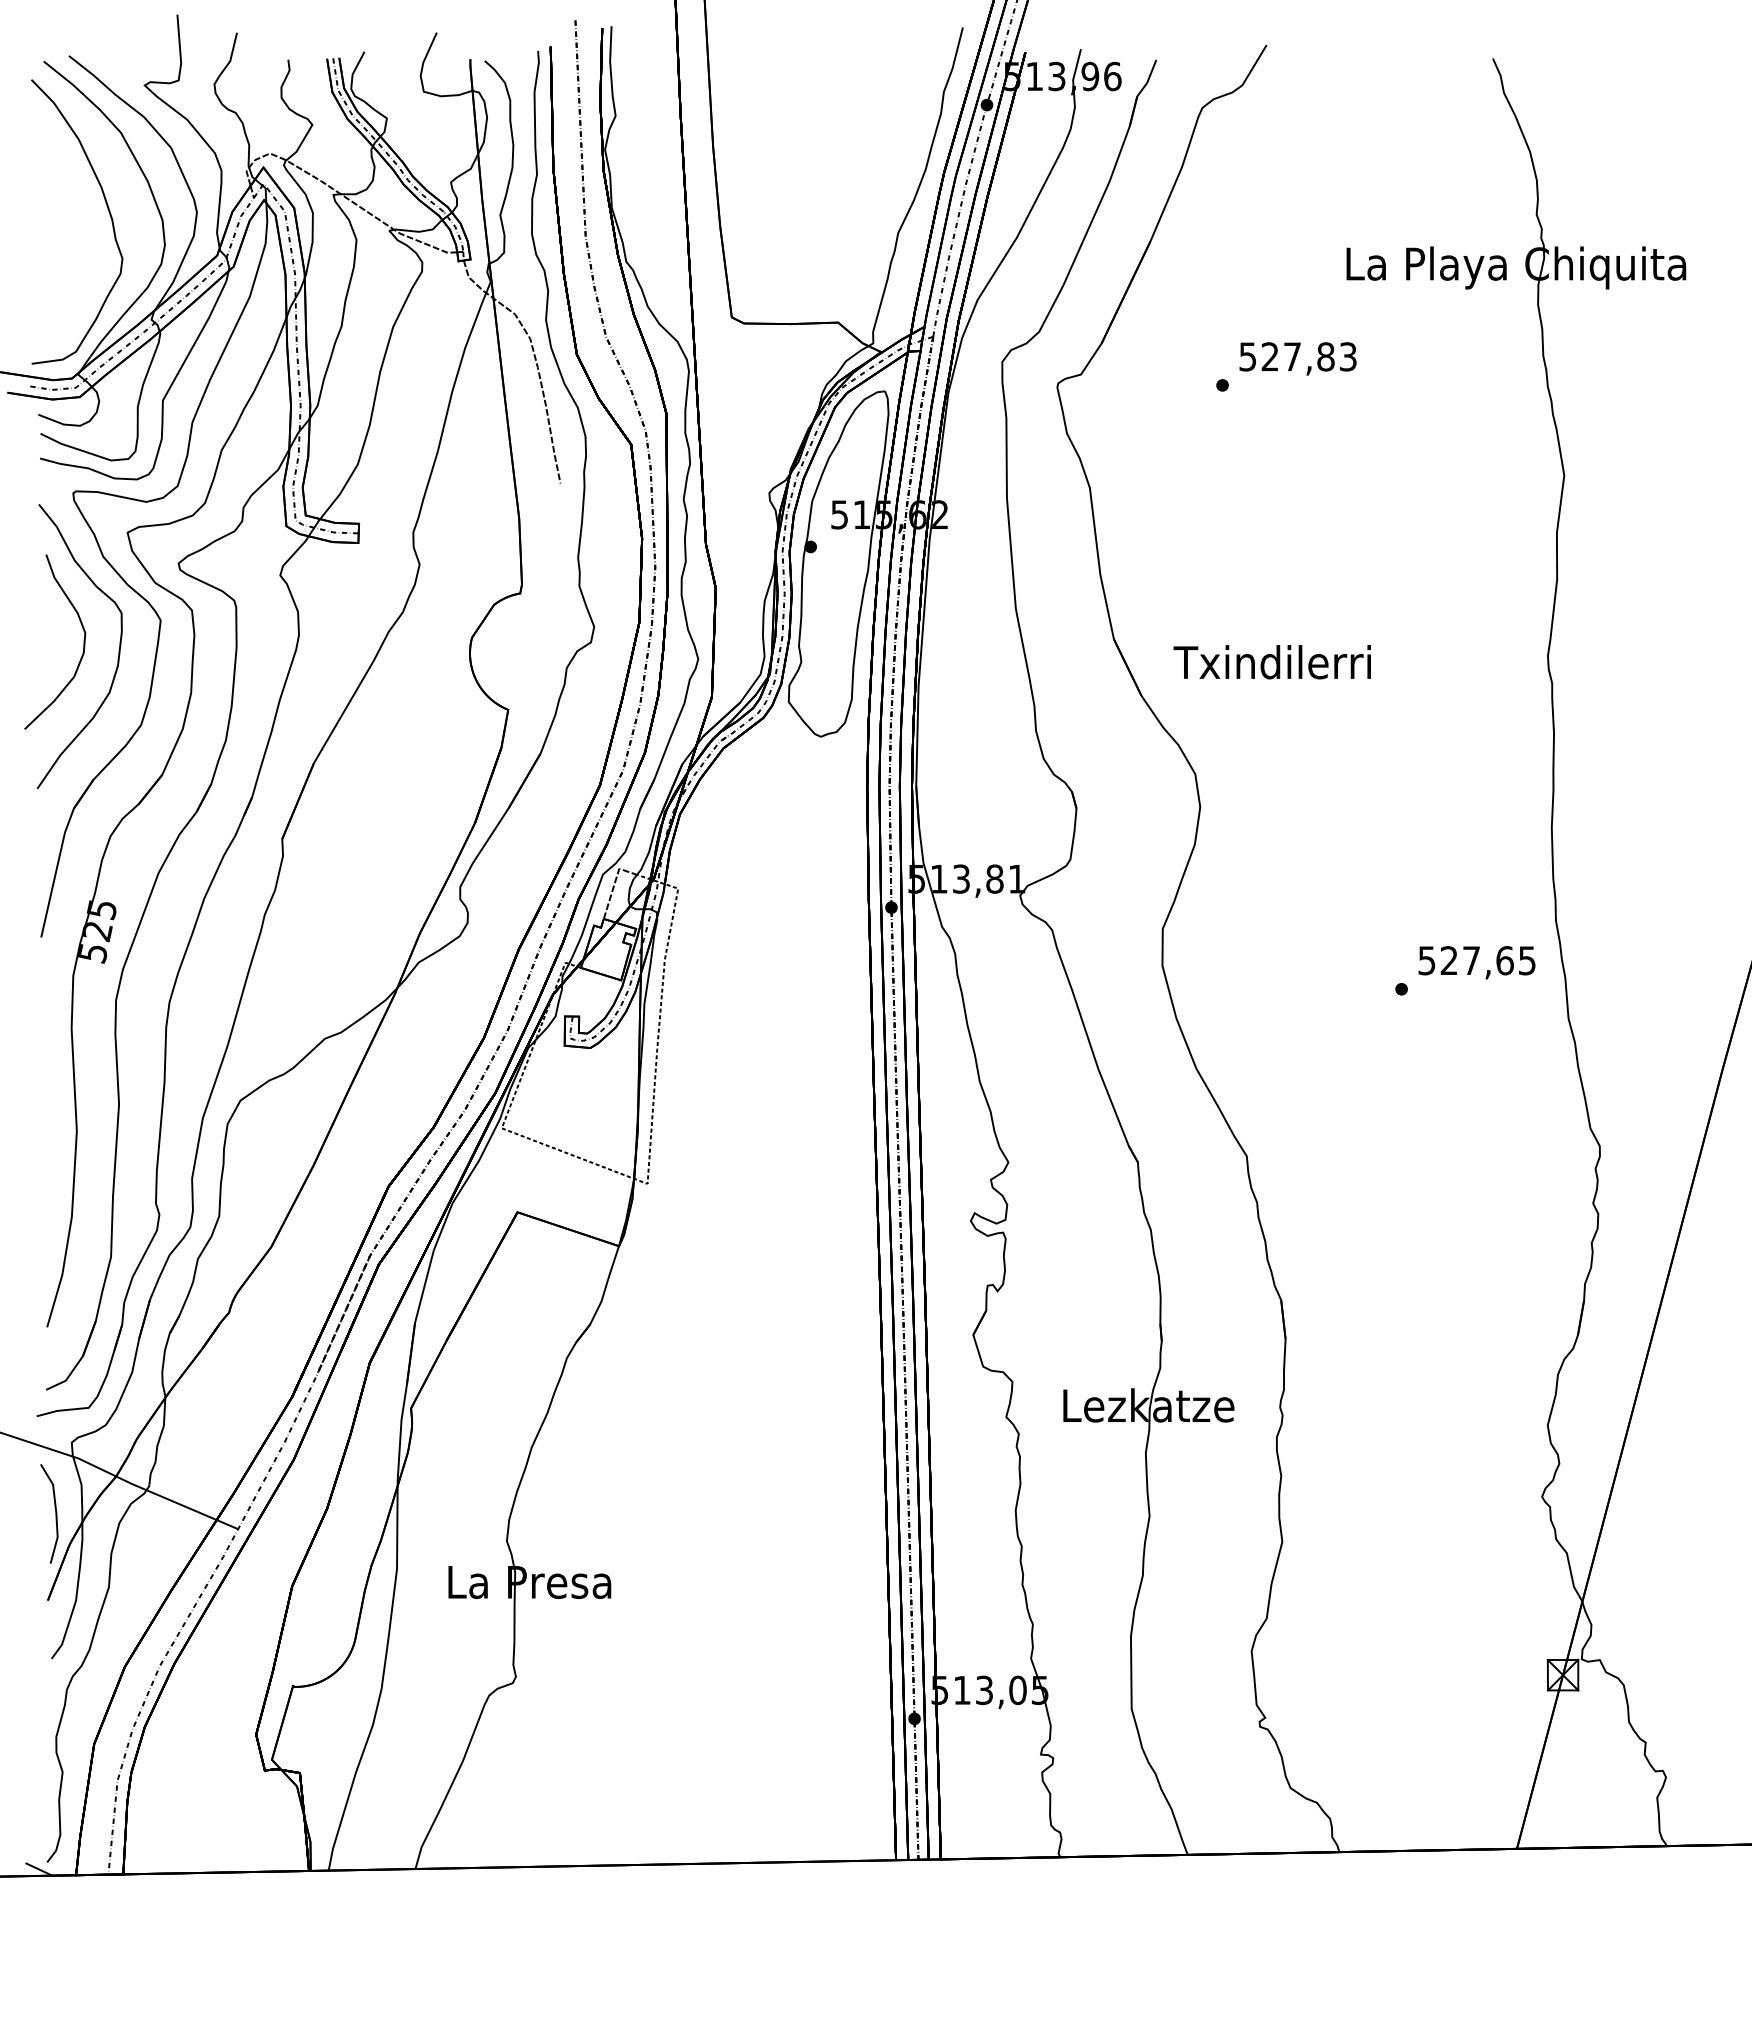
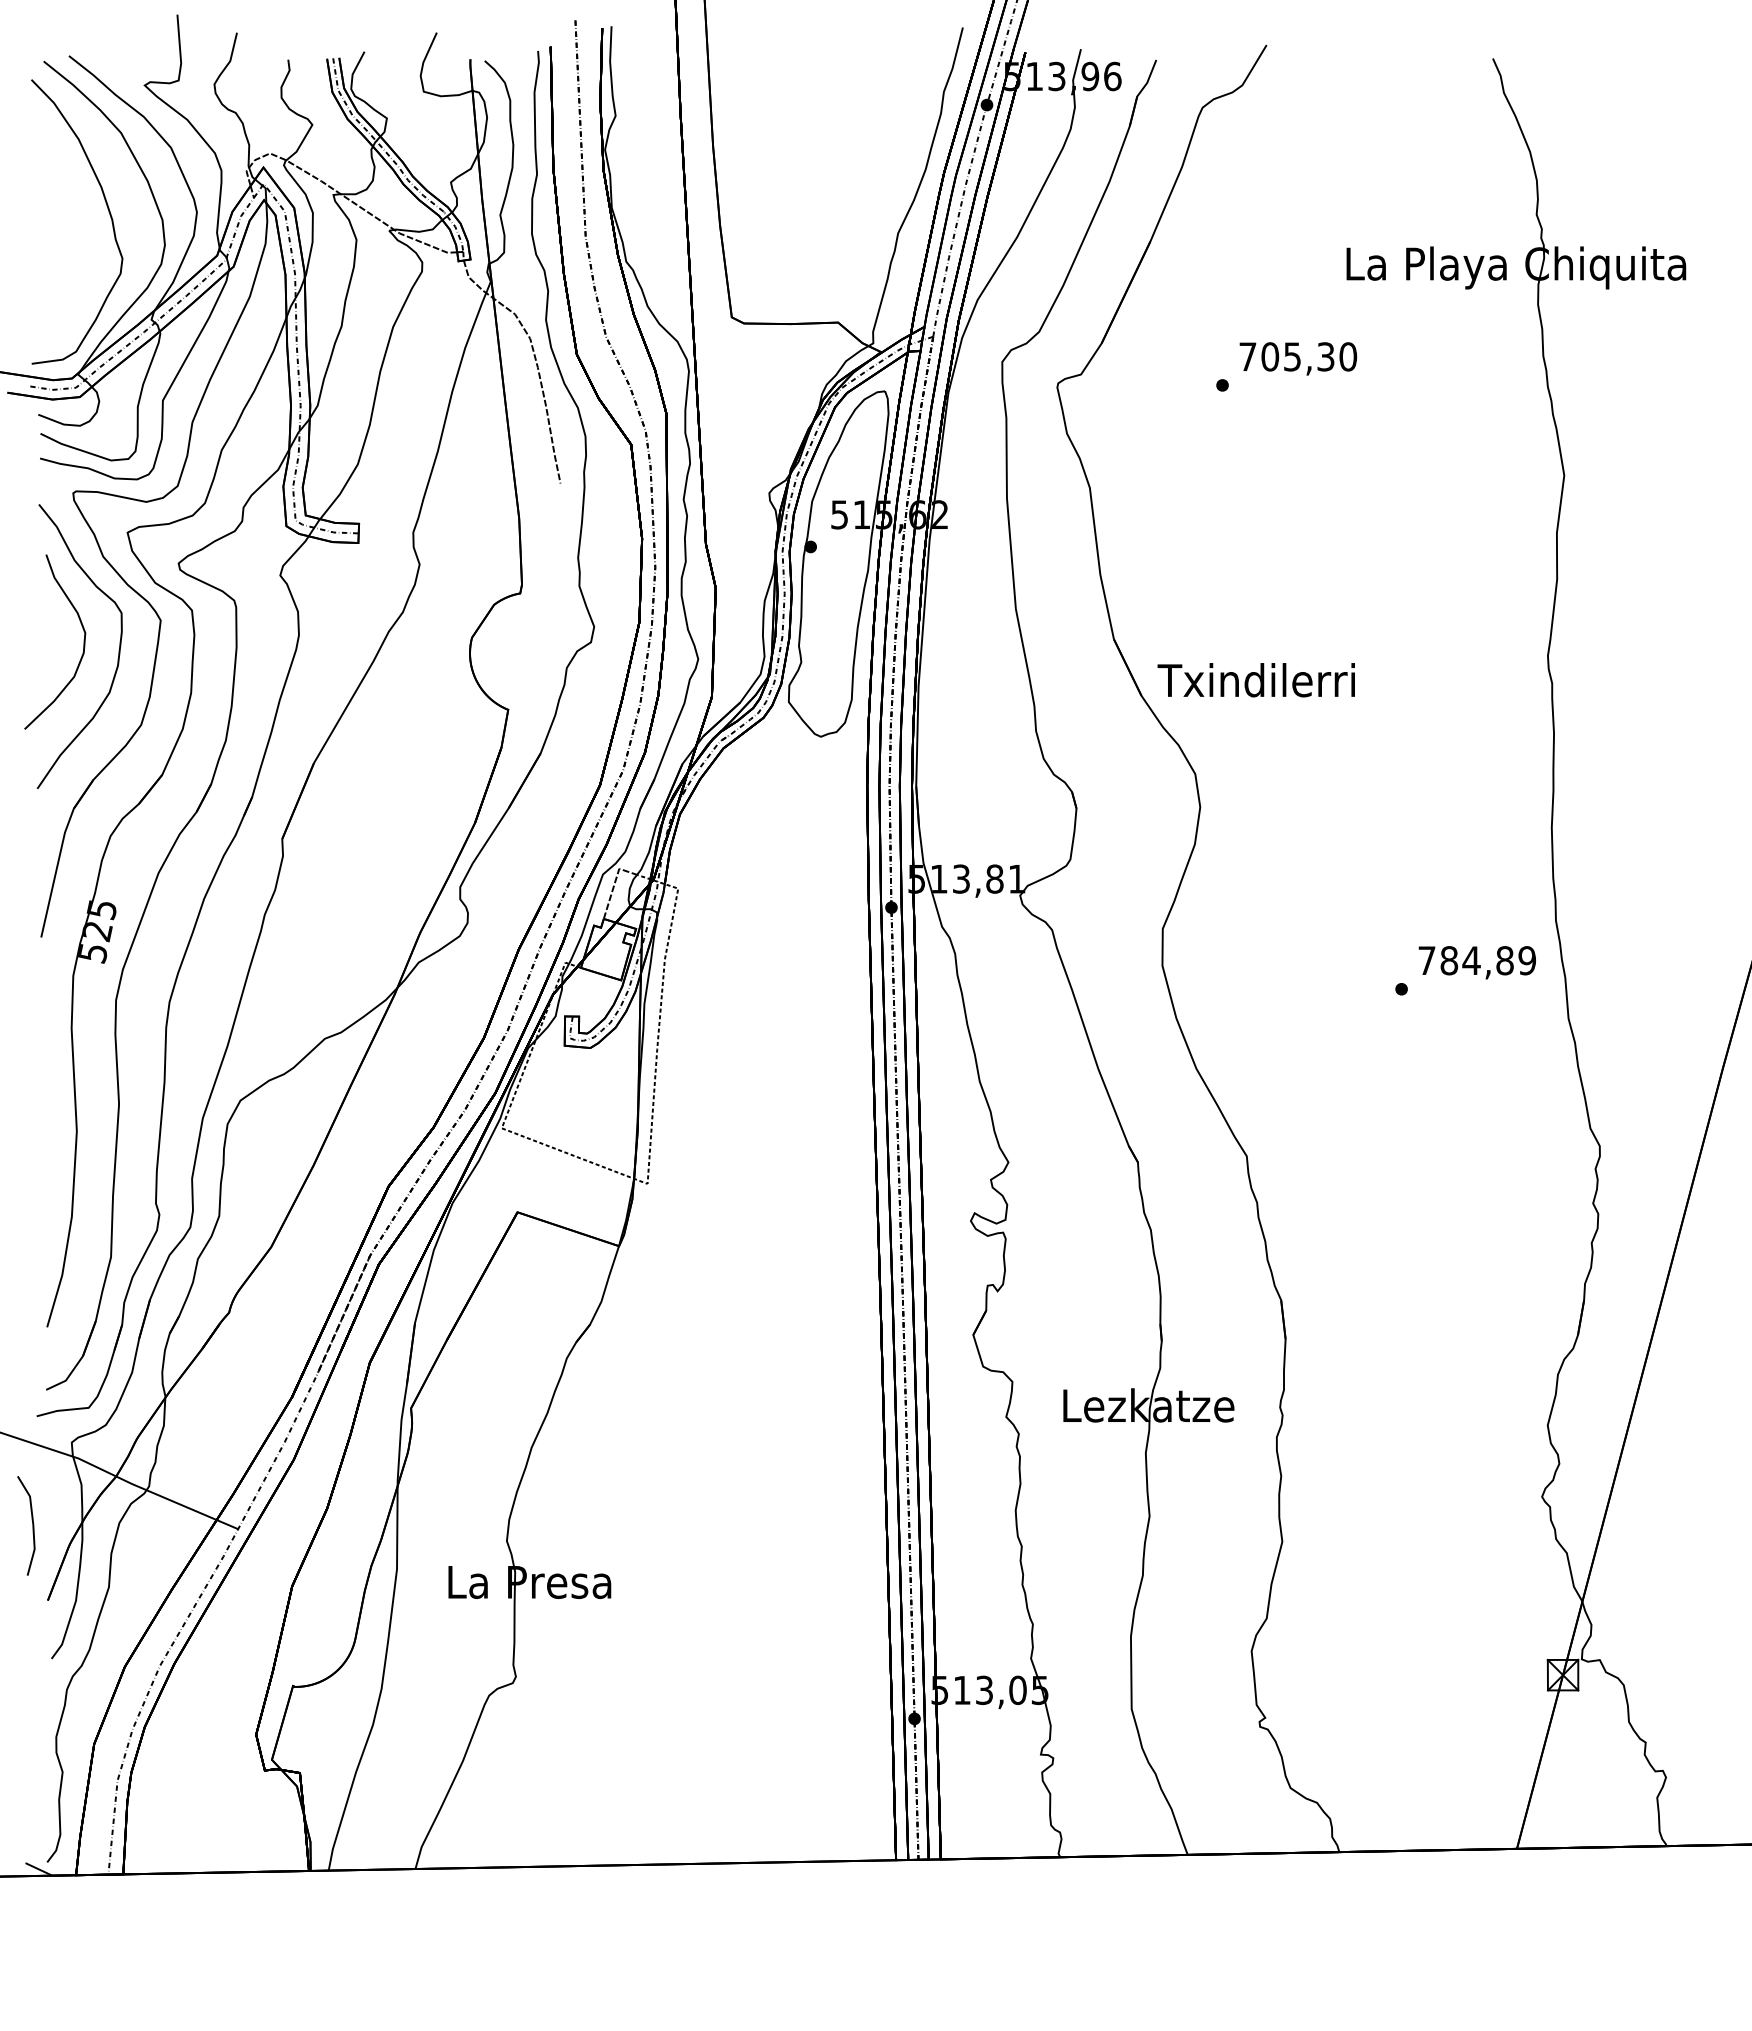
text at (1298, 356): 527,83 -> 705,30
text at (1271, 662) position: (1271, 662) -> (1255, 680)
text at (1477, 960): 527,65 -> 784,89
line at (55, 1513) position: (55, 1513) -> (32, 1525)
